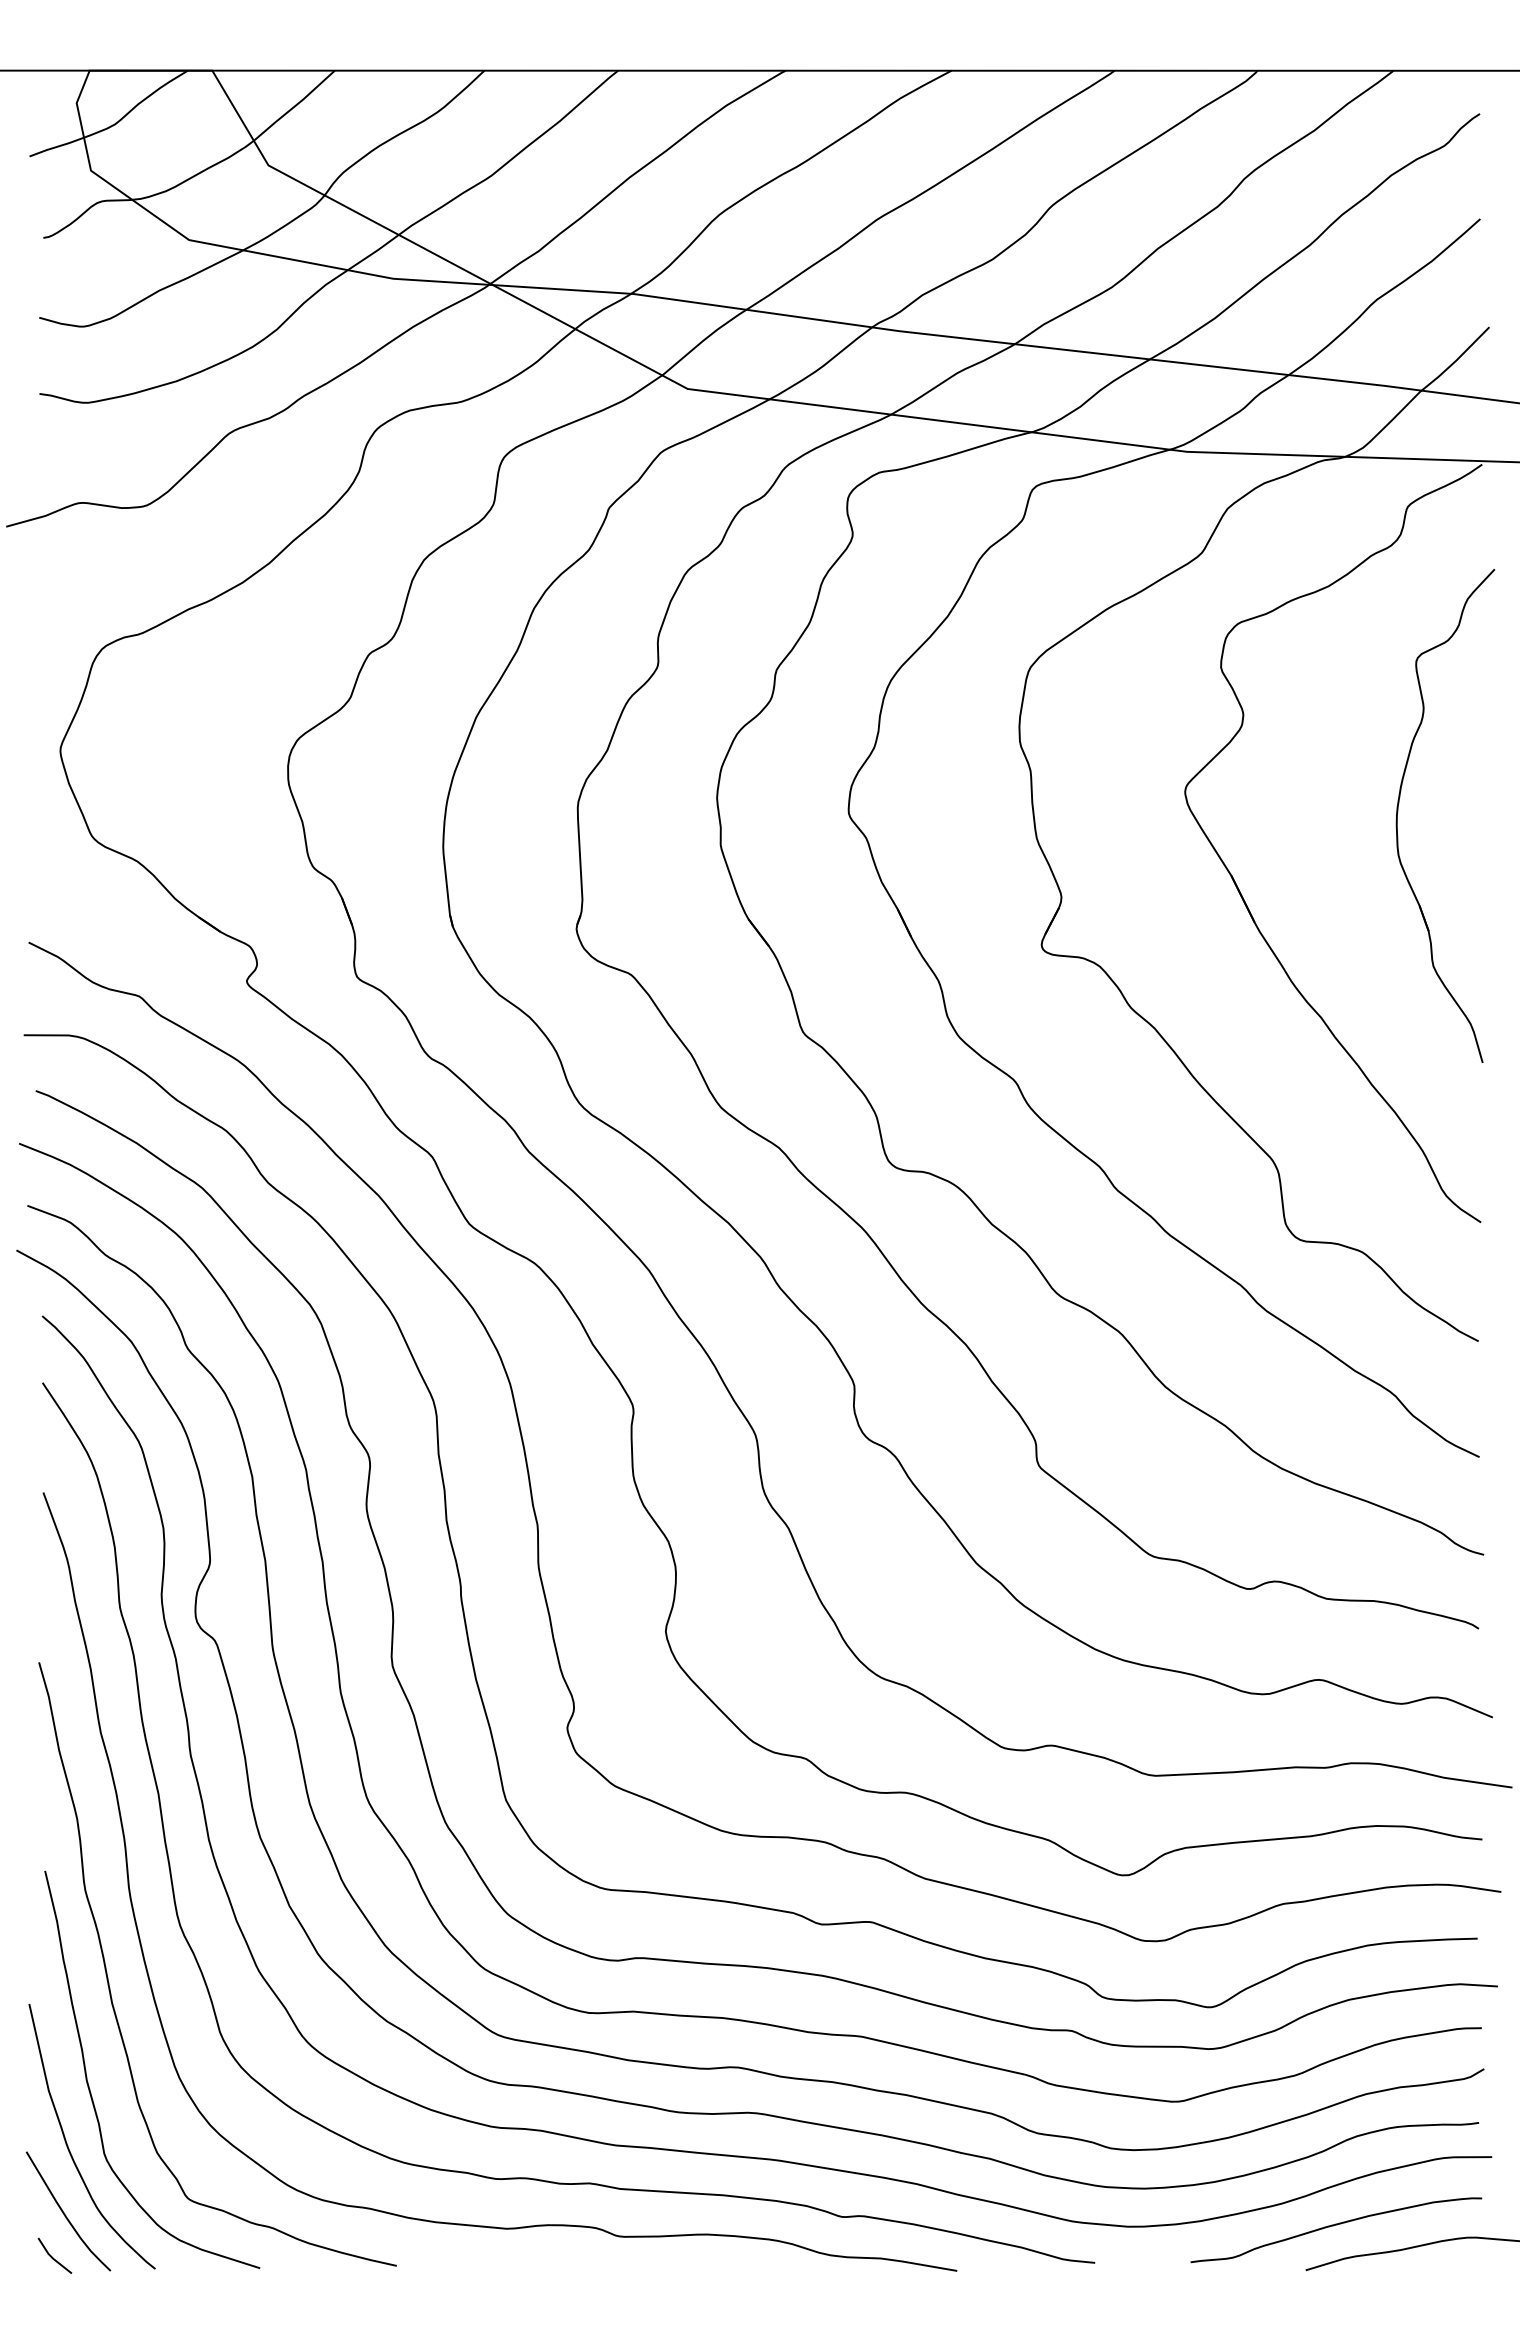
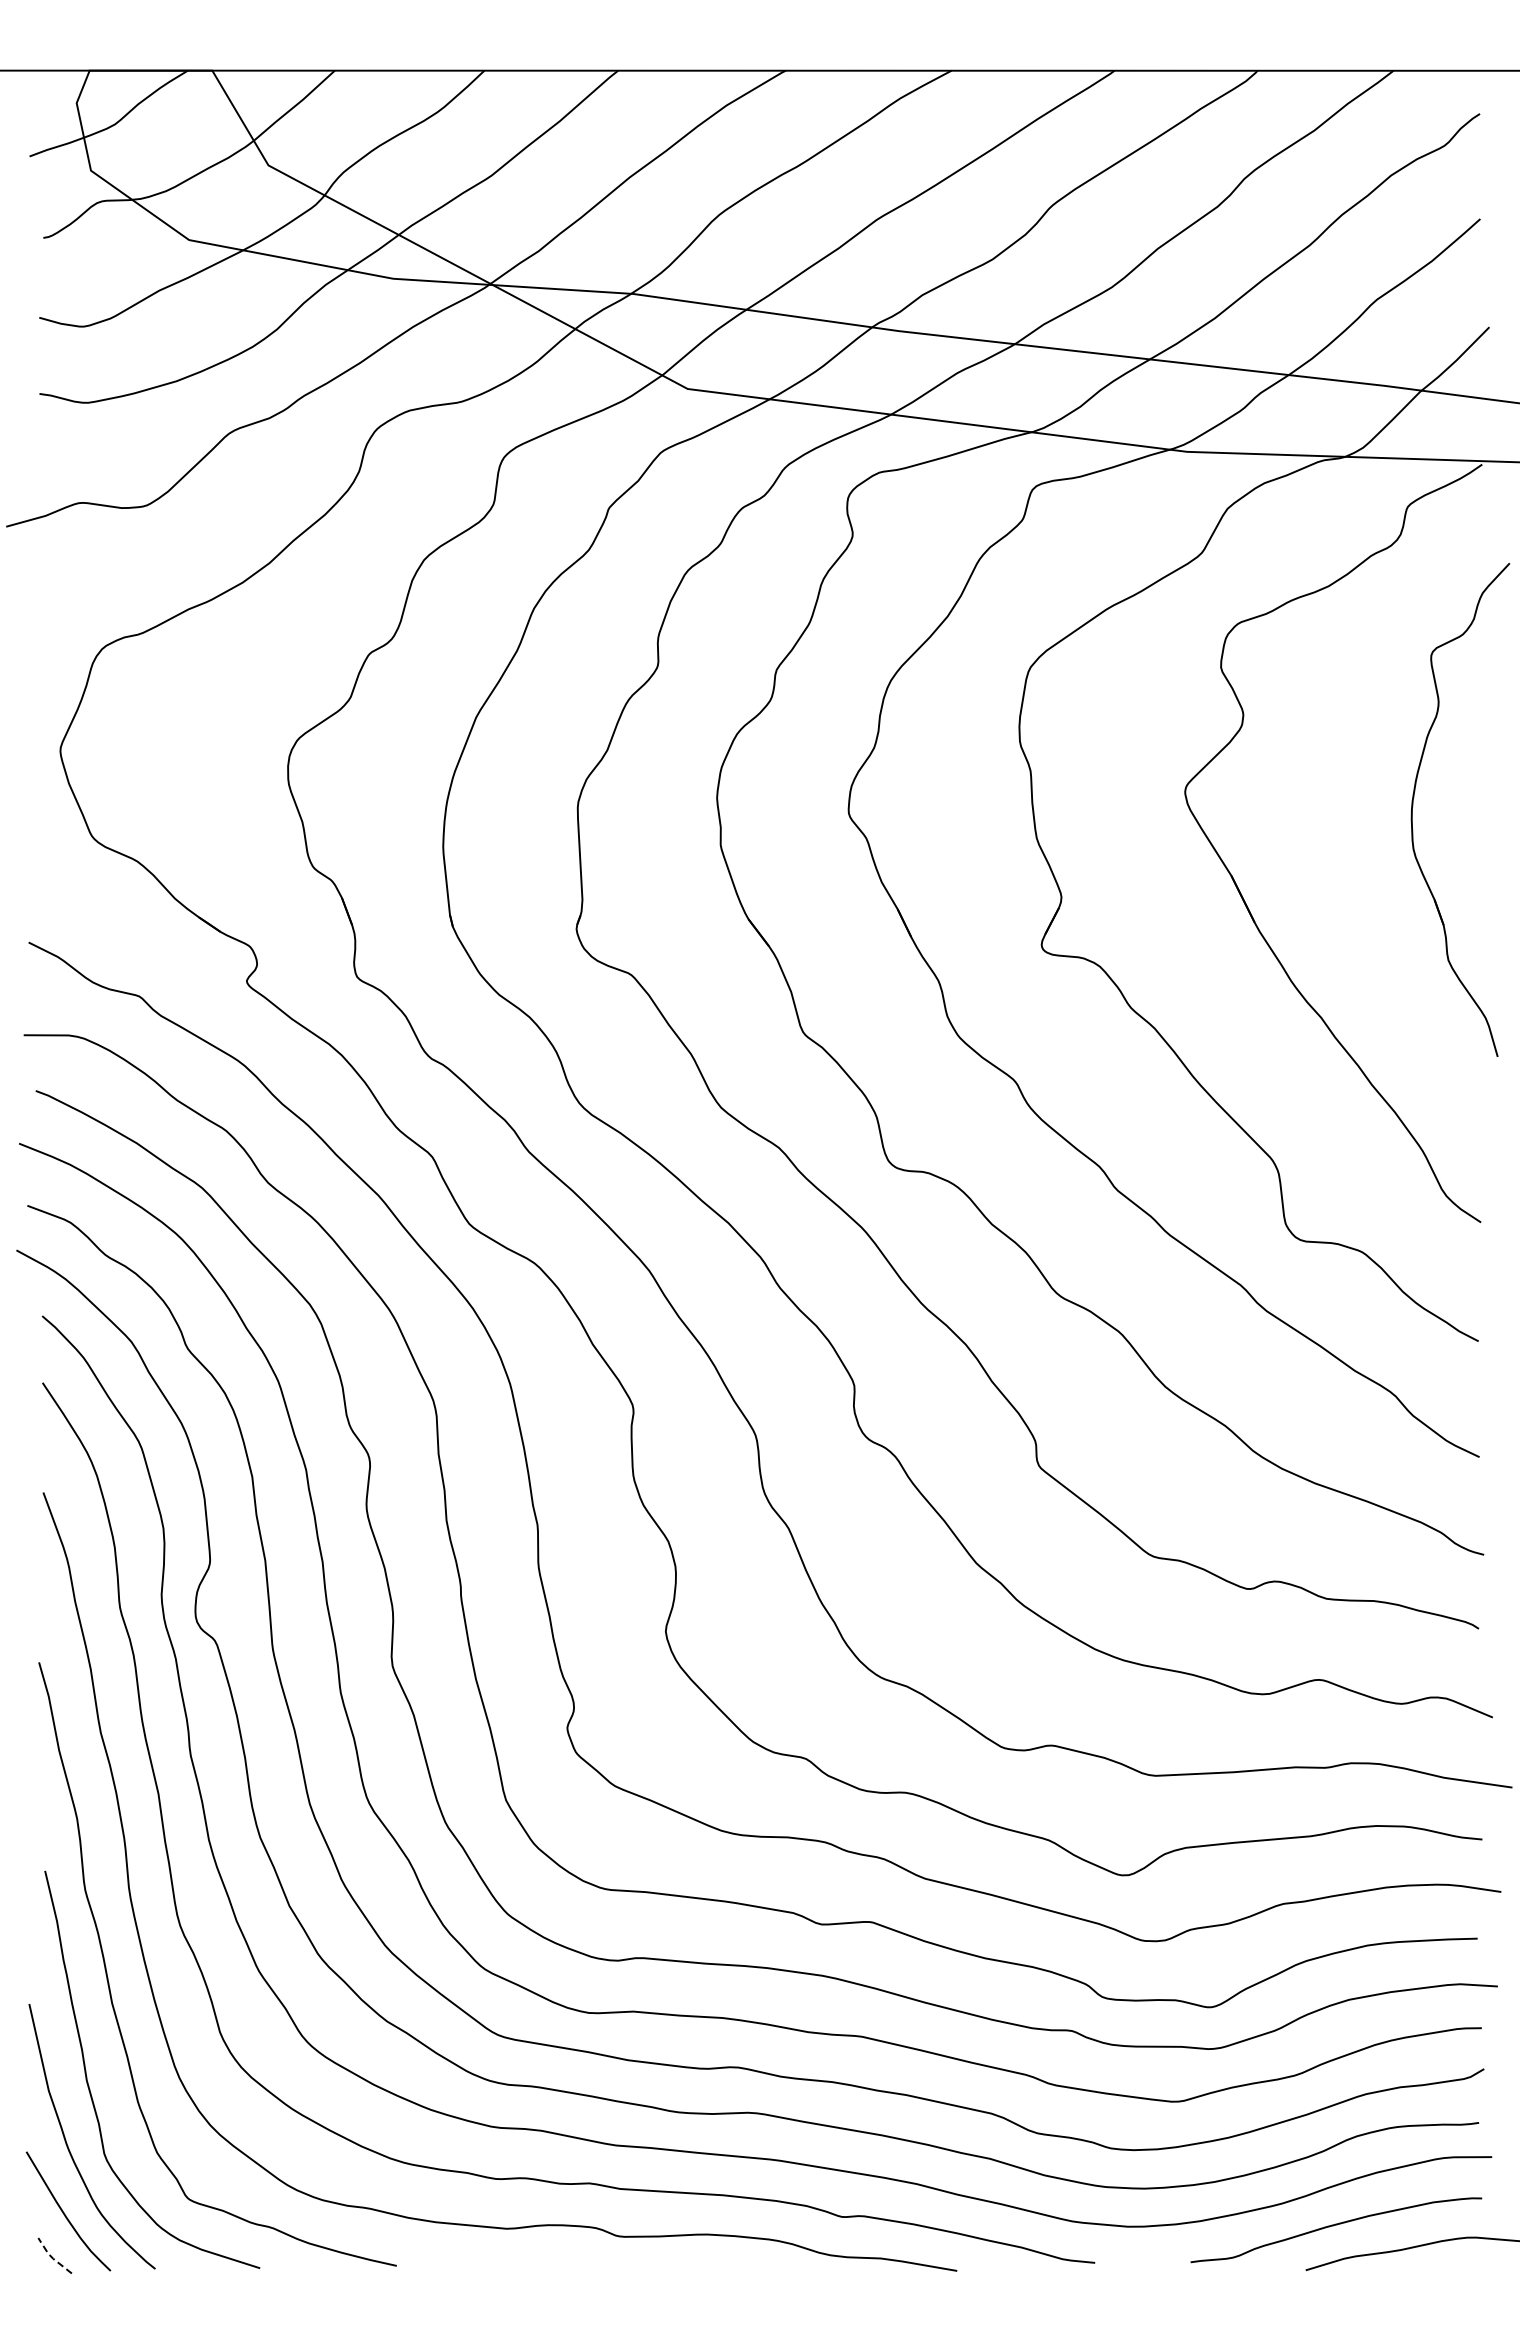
part at (1398, 812) position: (1398, 812) -> (1413, 806)
line at (52, 2257): solid -> dashed
